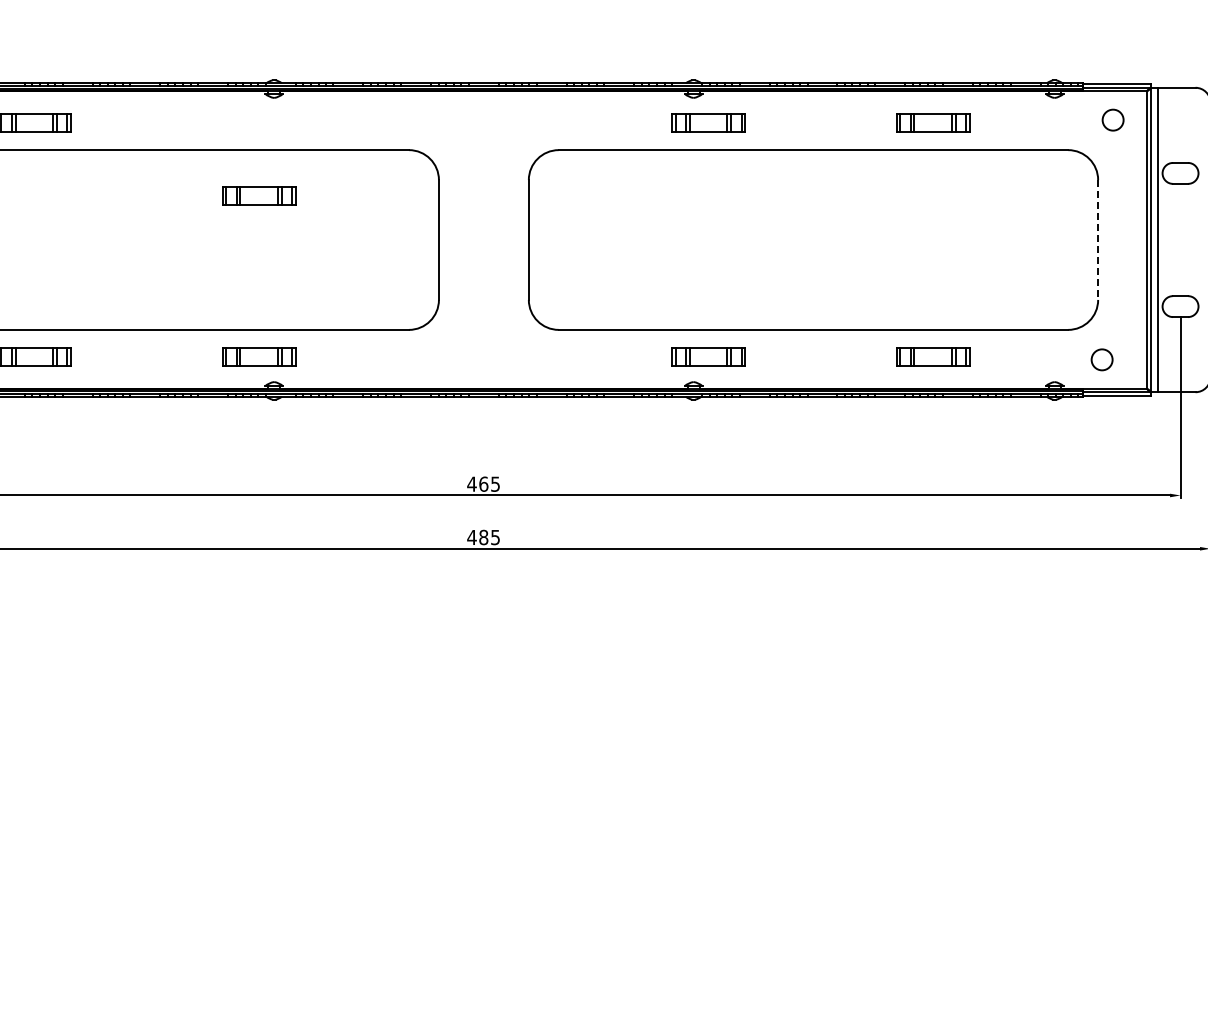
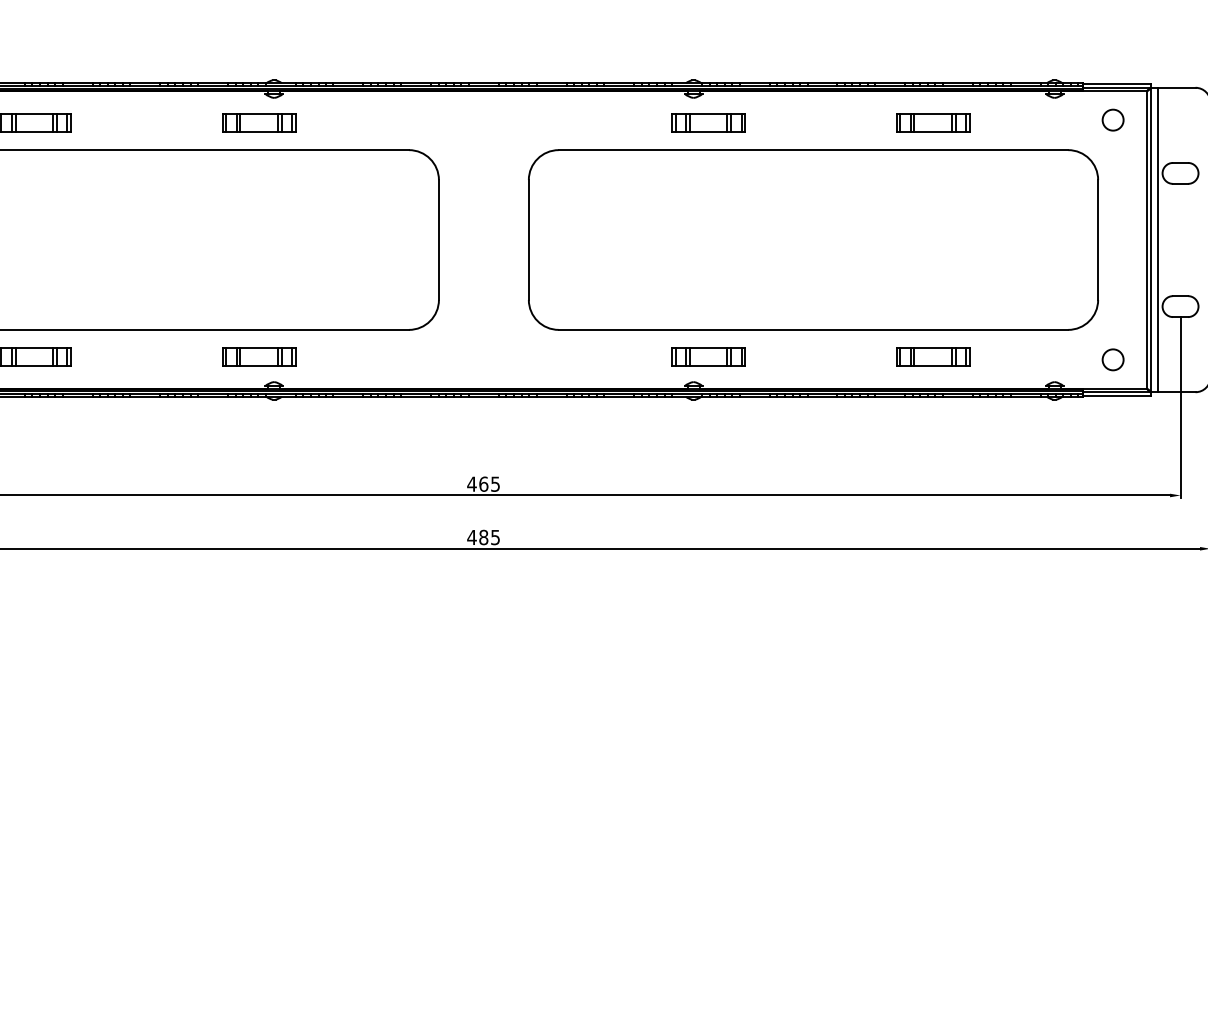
part at (259, 195) position: (259, 195) -> (259, 122)
line at (1098, 240): dashed -> solid
circle at (1101, 359) position: (1101, 359) -> (1112, 359)
